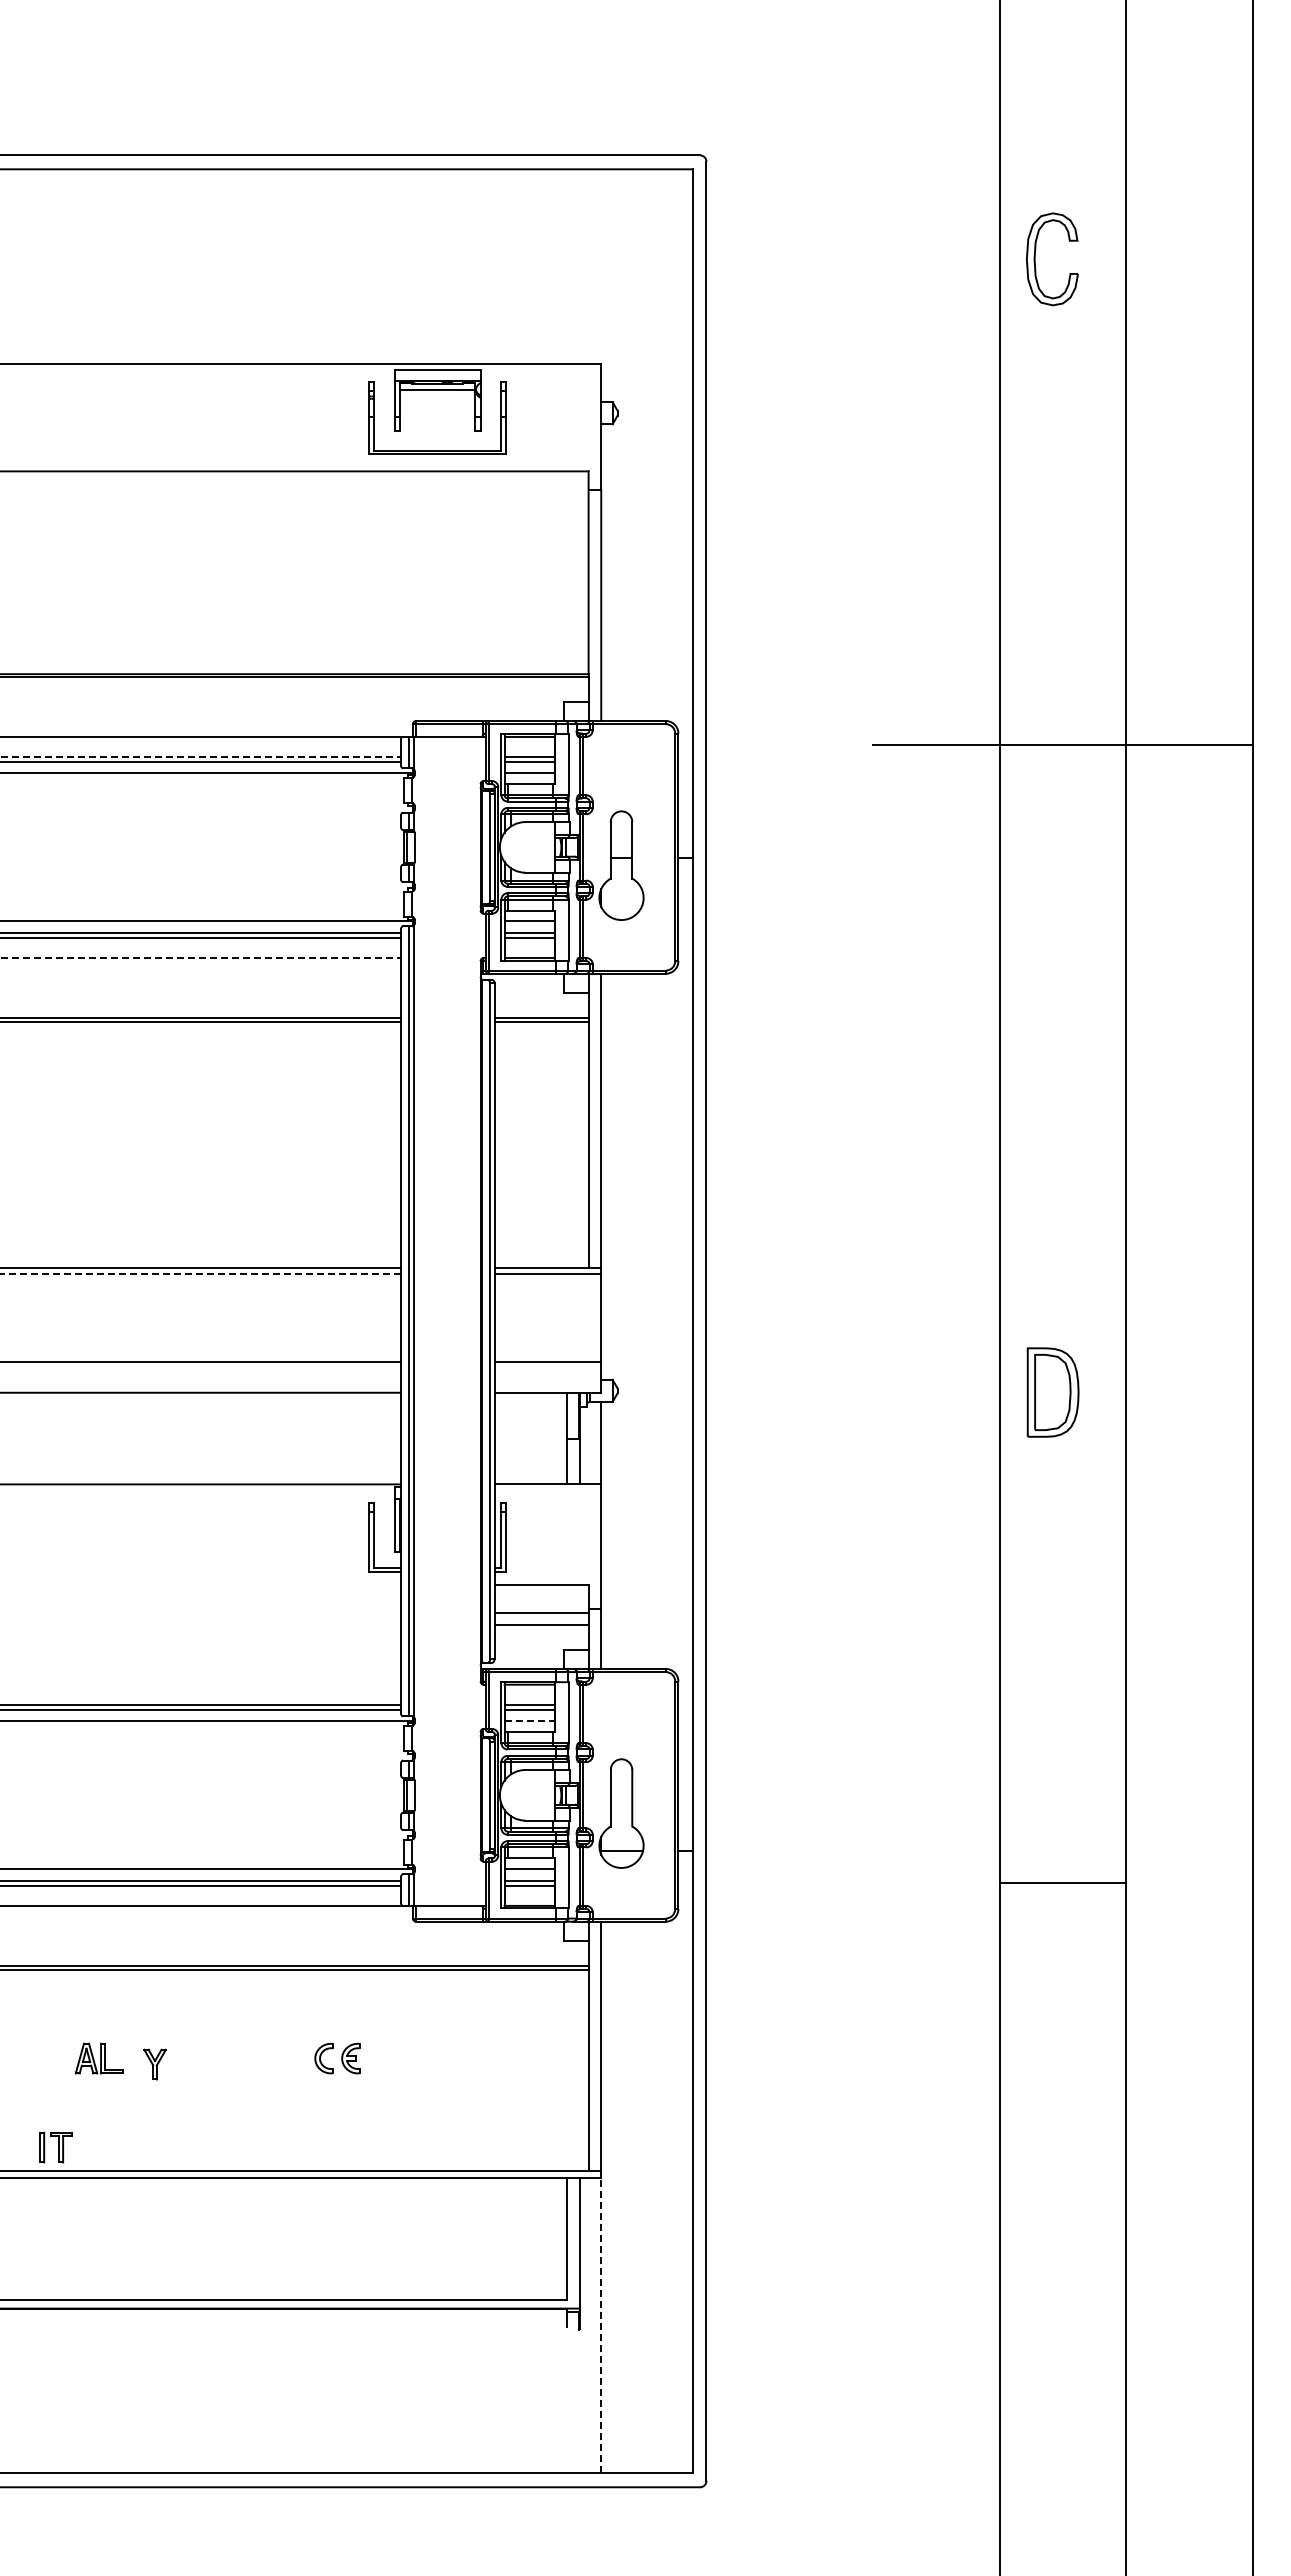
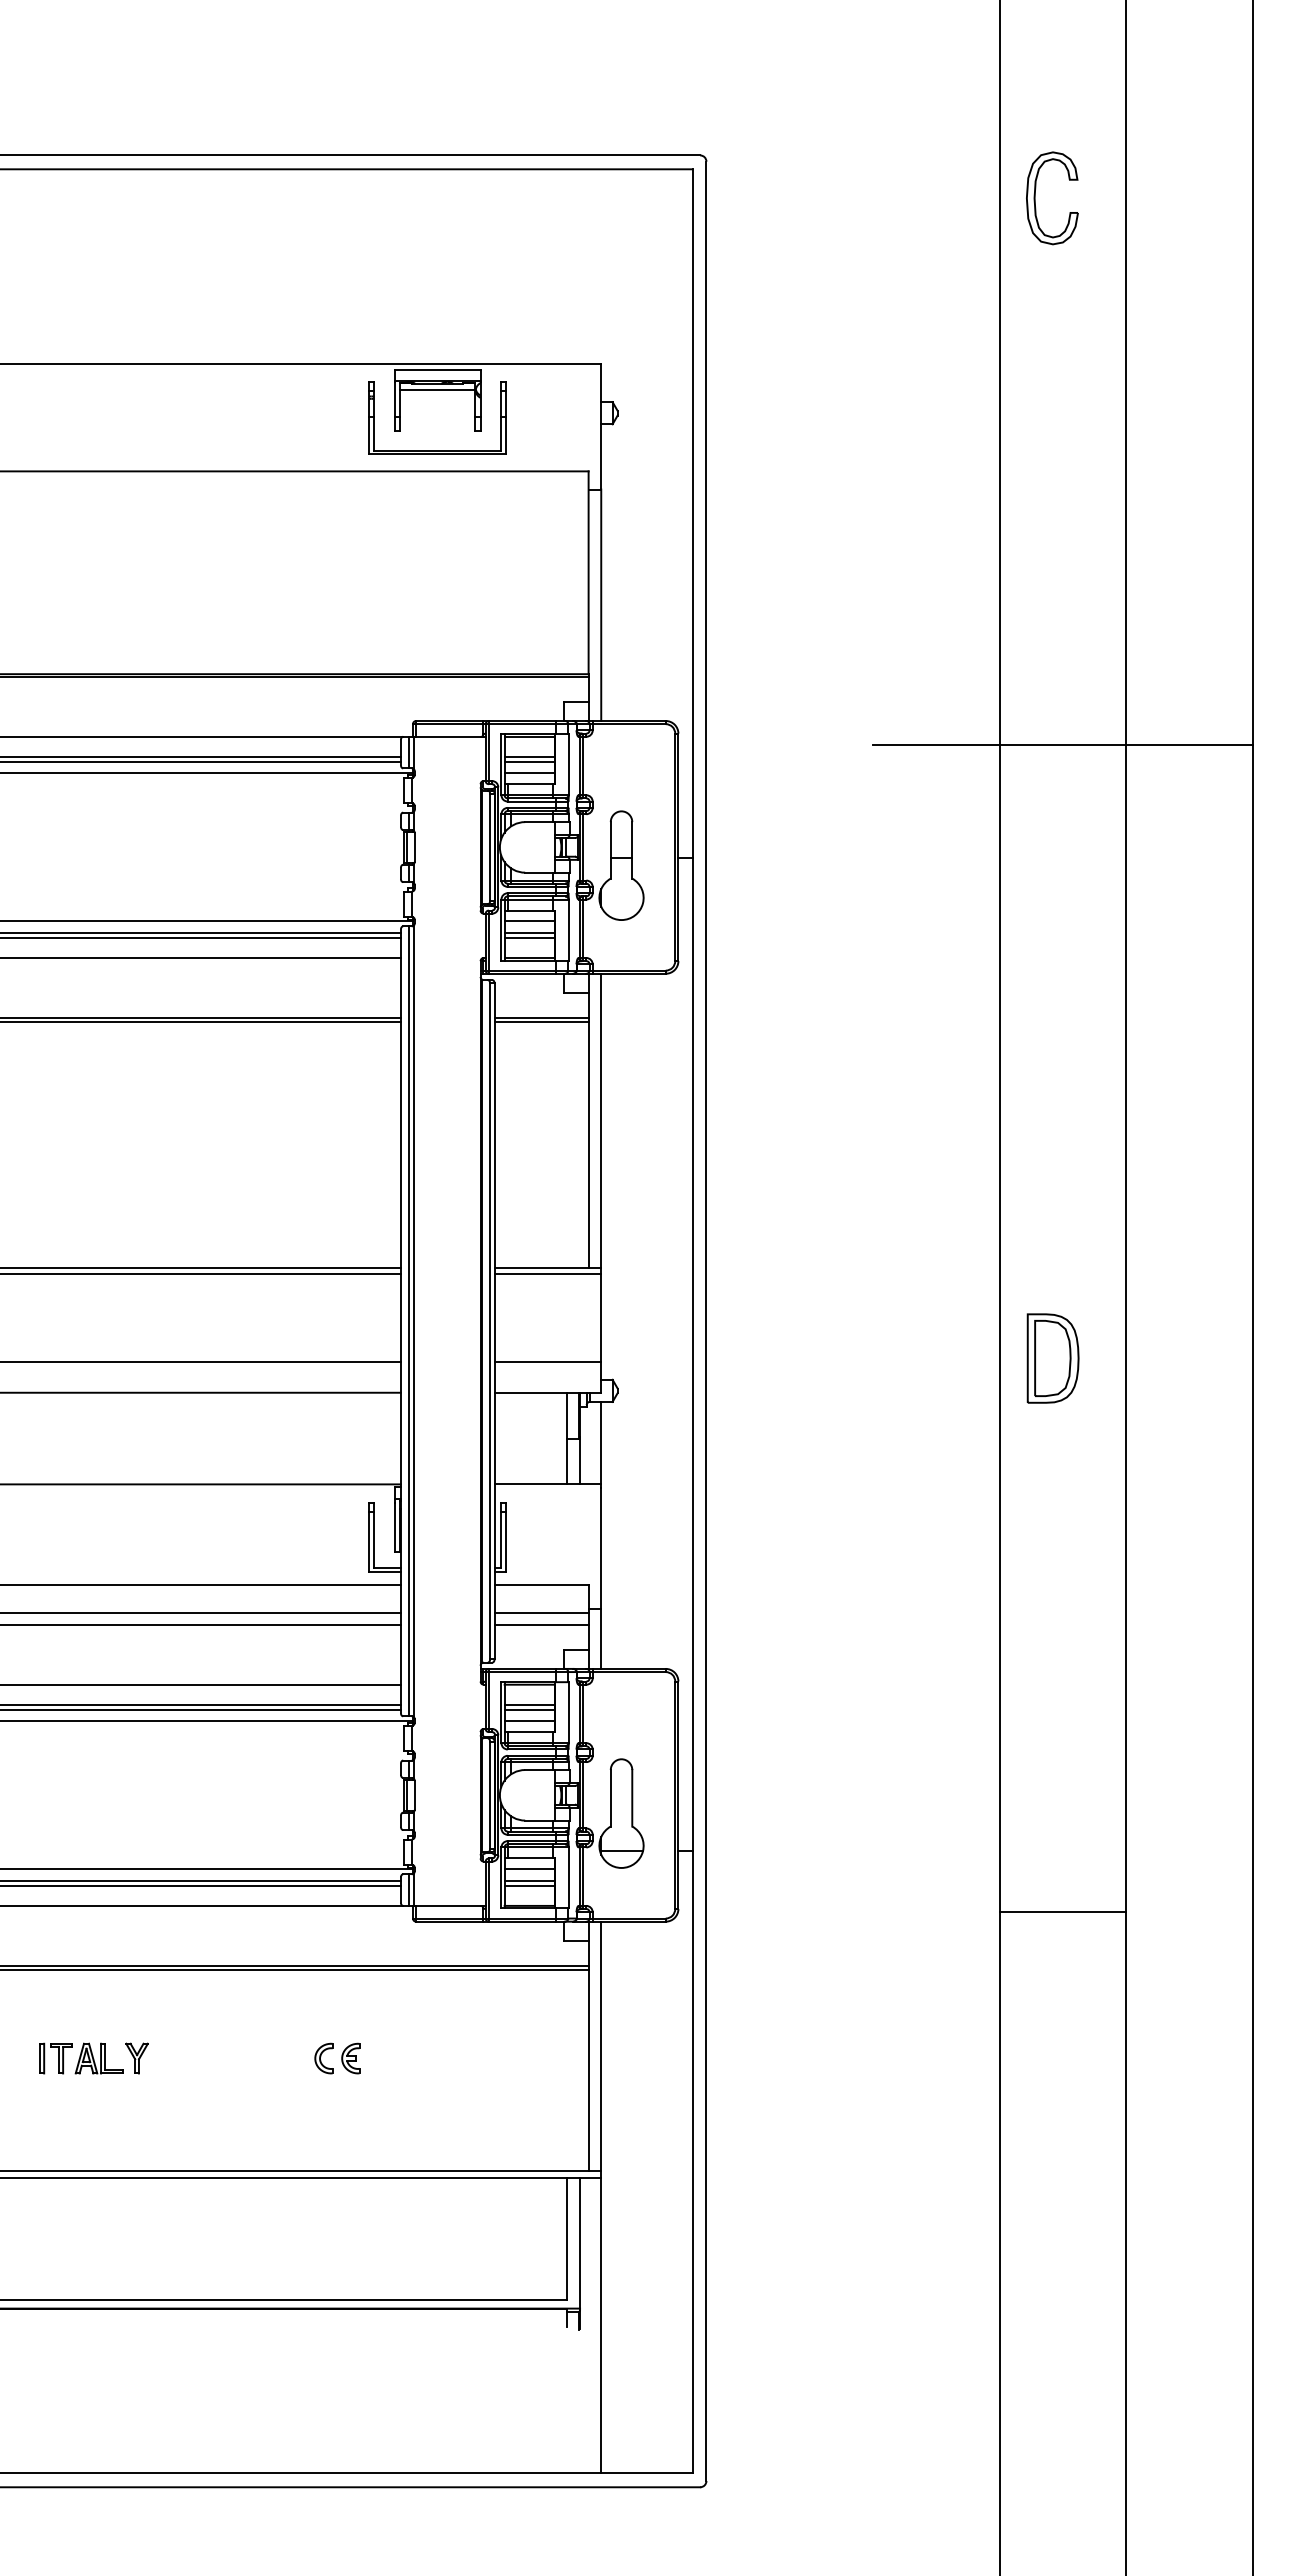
part at (1035, 259) position: (1035, 259) -> (1035, 198)
line at (200, 757): dashed -> solid
line at (200, 957): dashed -> solid
line at (200, 1273): dashed -> solid
part at (1052, 1392) position: (1052, 1392) -> (1052, 1358)
line at (201, 1585): none -> present
line at (201, 1613): none -> present
line at (201, 1624): none -> present
line at (201, 1684): none -> present
line at (530, 1721): dashed -> solid
line at (1062, 1883) position: (1062, 1883) -> (1062, 1912)
part at (154, 2064) position: (154, 2064) -> (136, 2058)
part at (55, 2147) position: (55, 2147) -> (55, 2058)
line at (601, 2325): dashed -> solid
